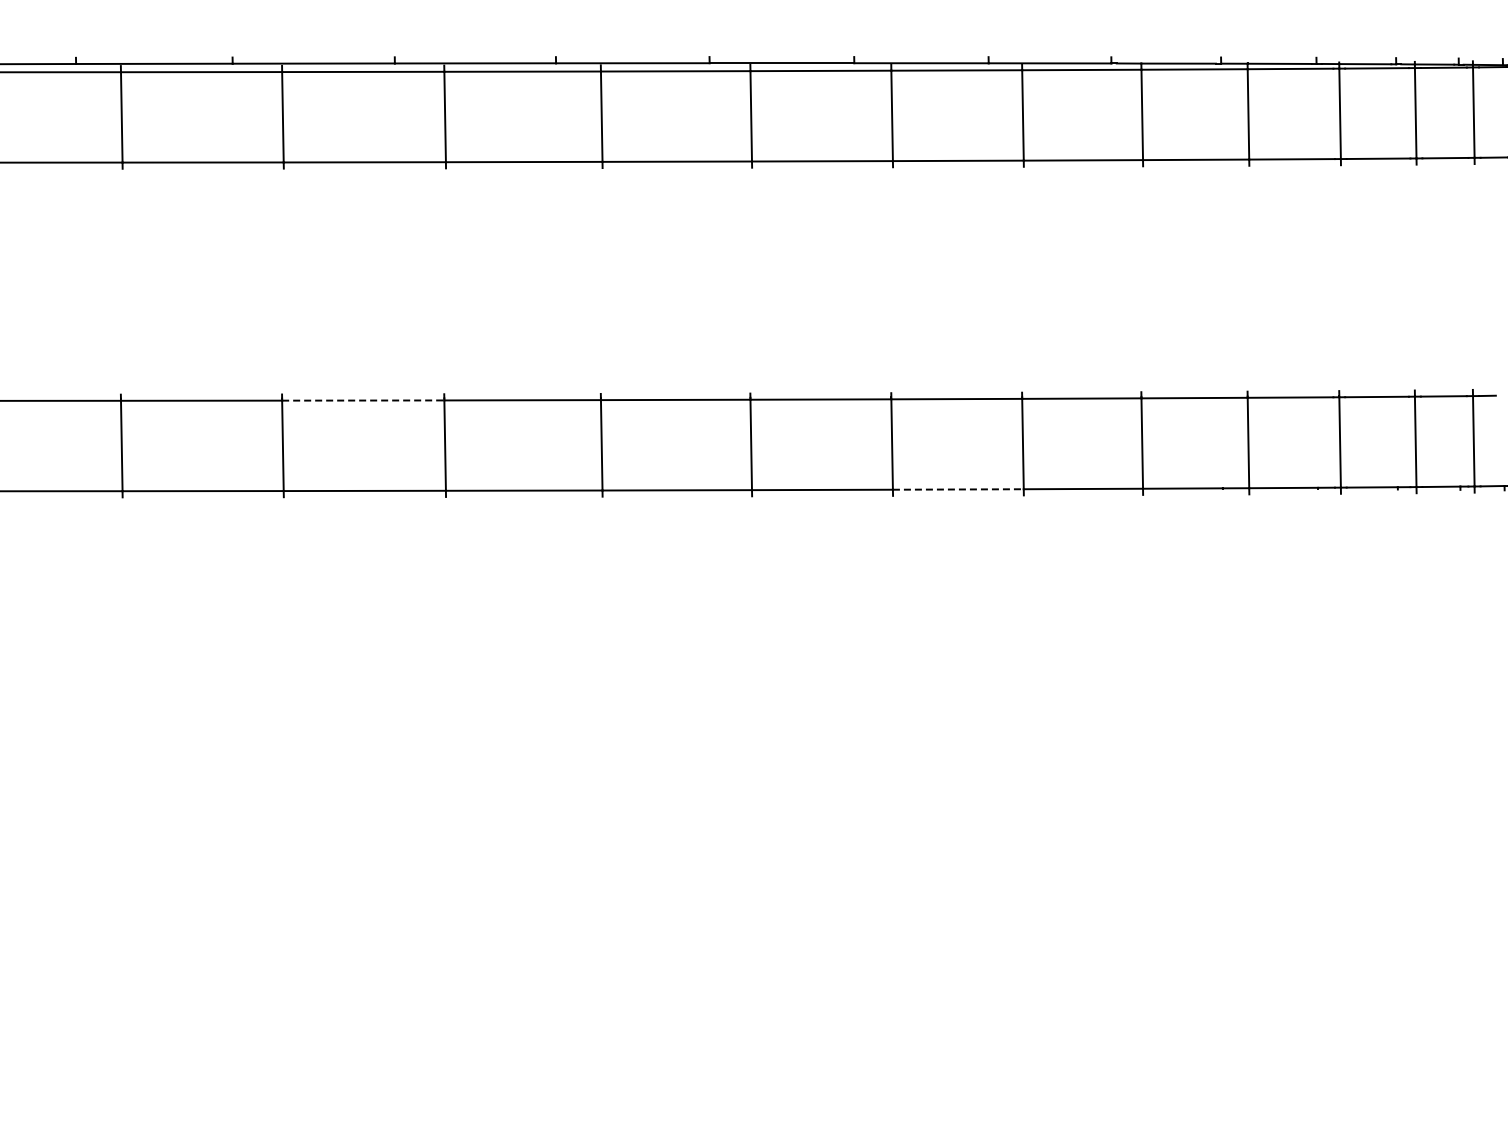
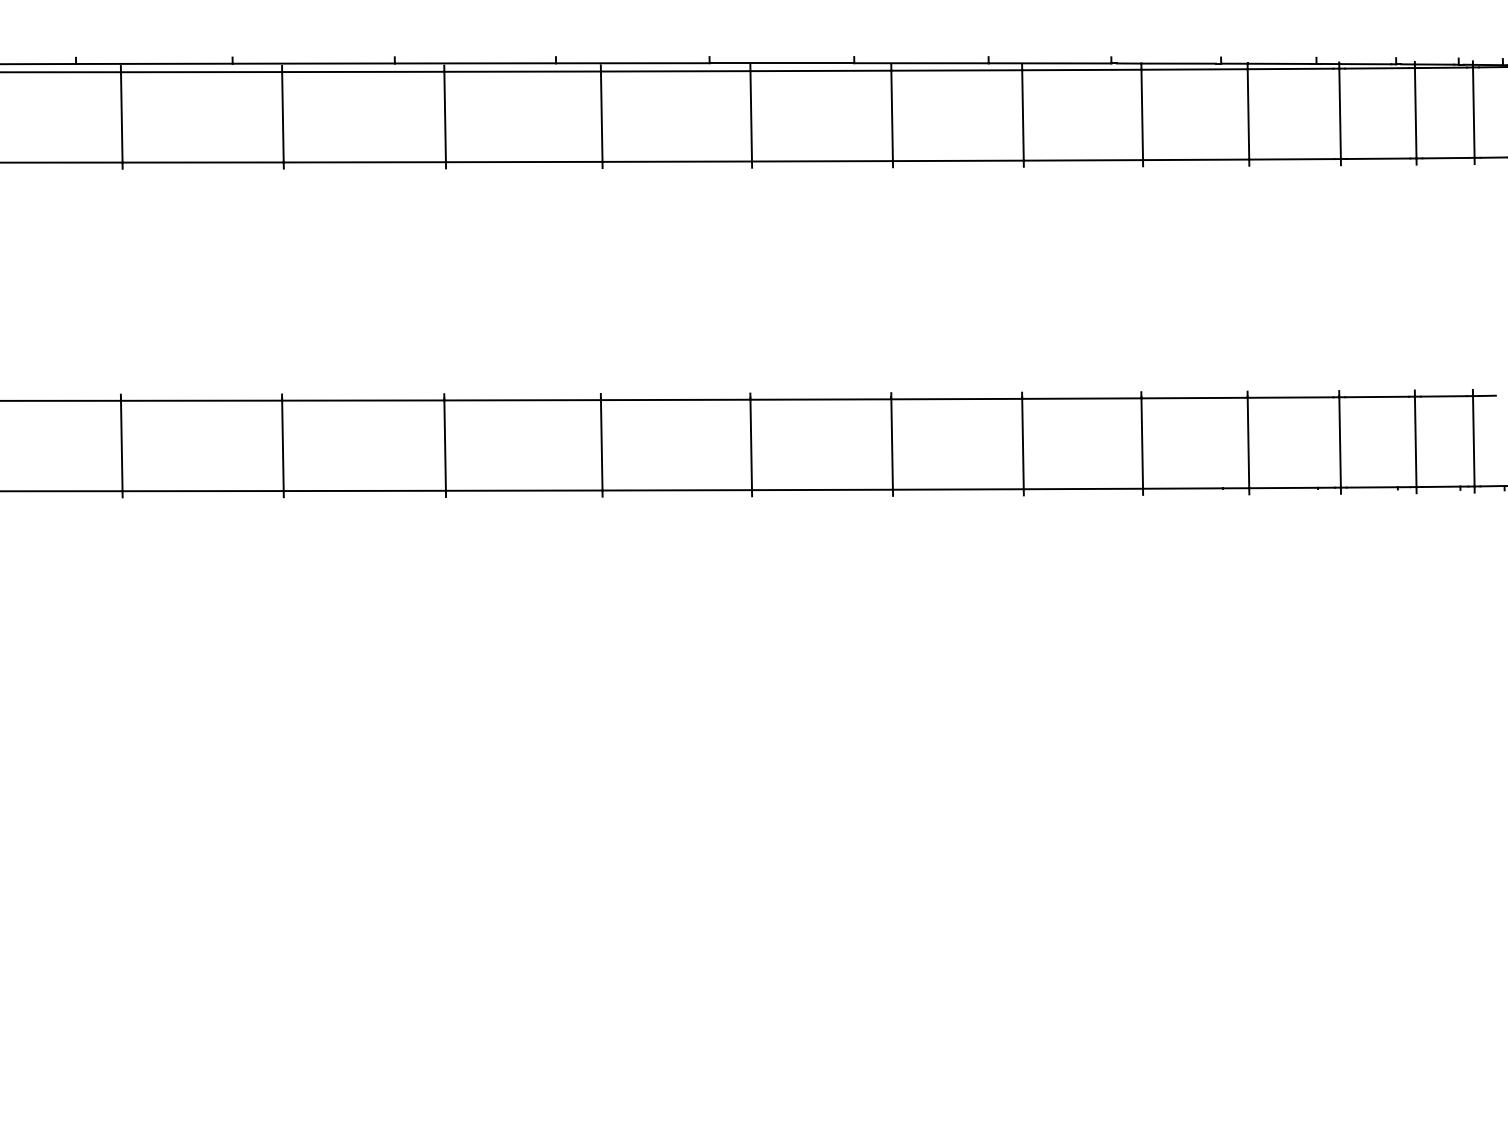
line at (363, 400): dashed -> solid
line at (958, 489): dashed -> solid
